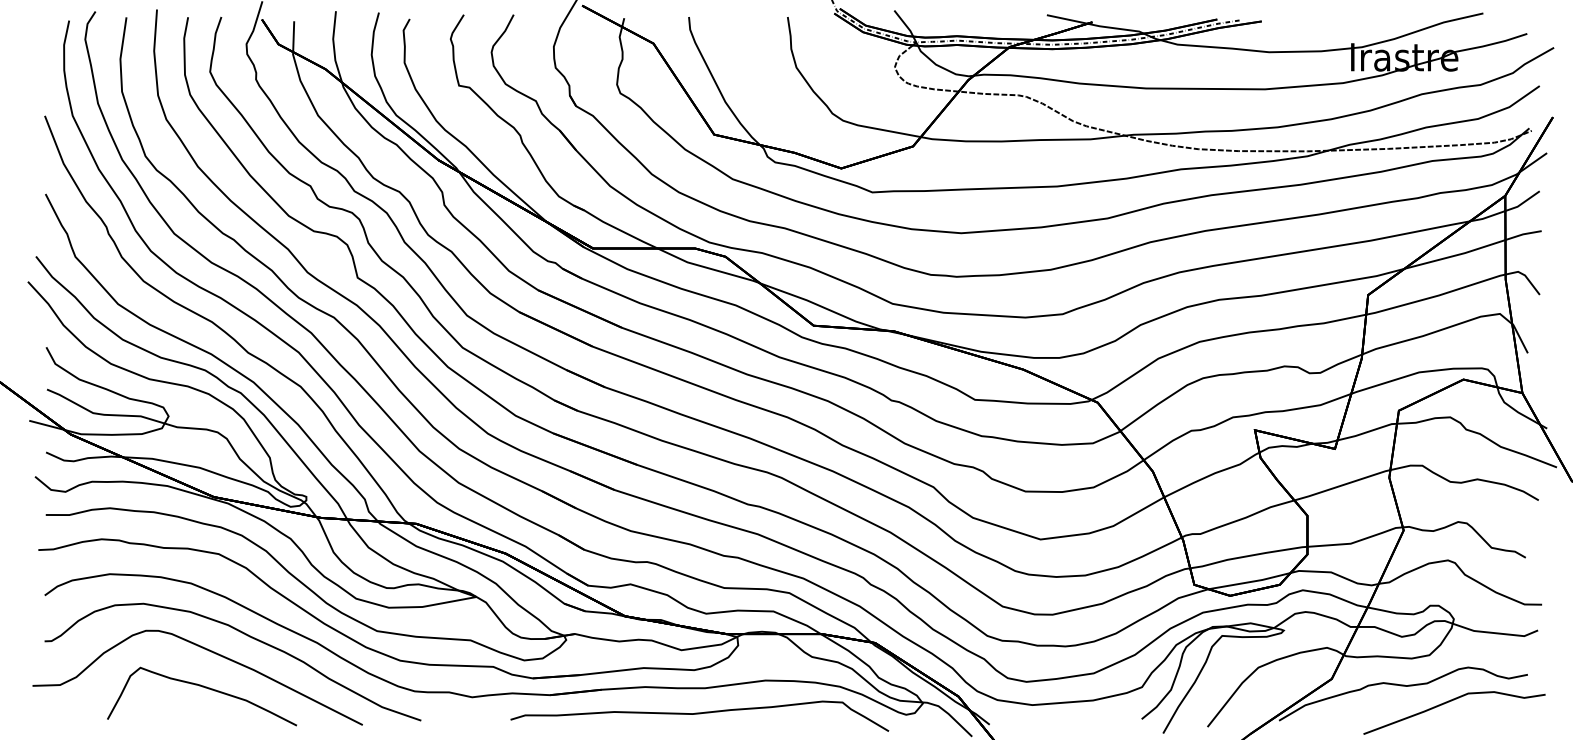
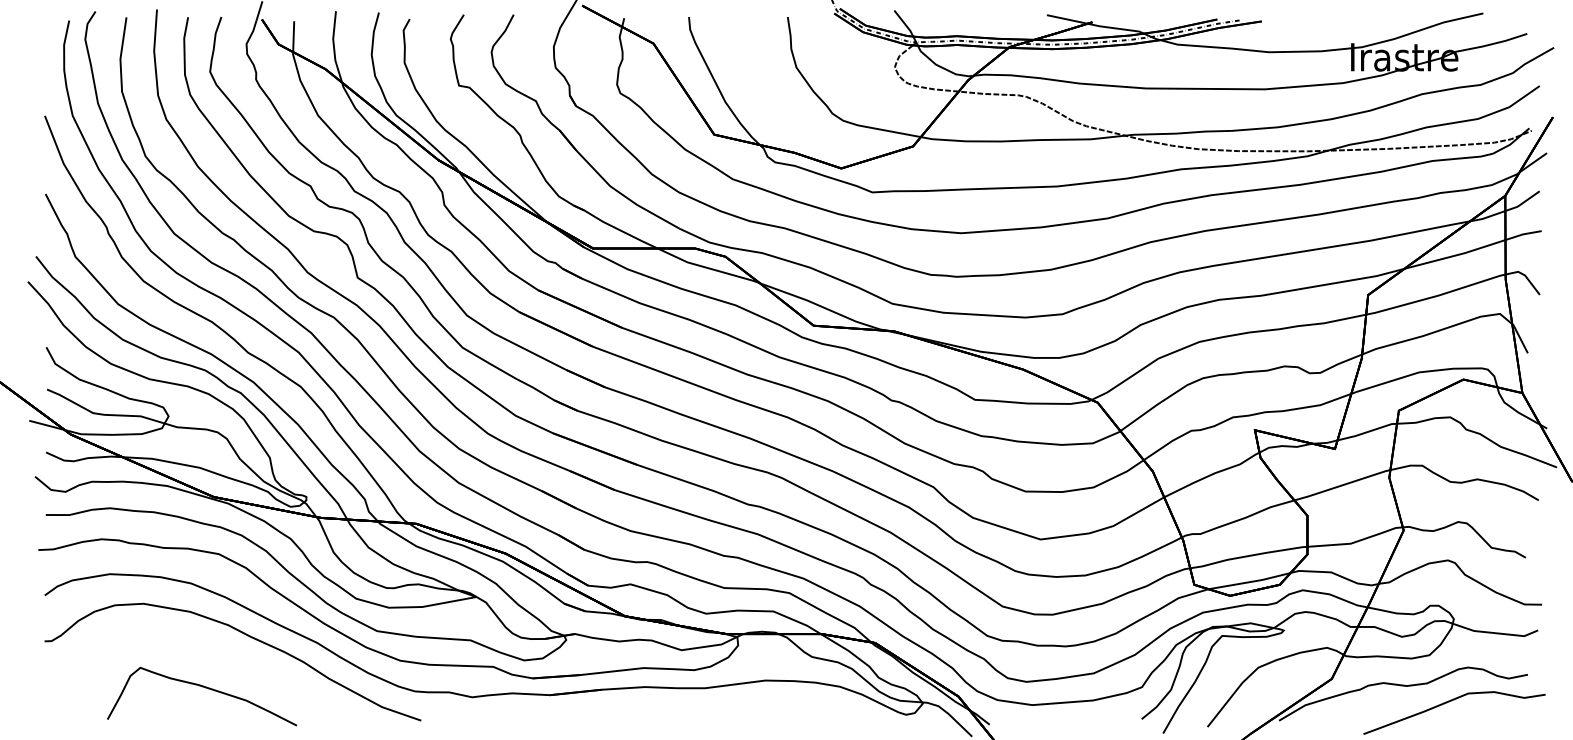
curve at (208, 651): present -> none
curve at (699, 714): present -> none
